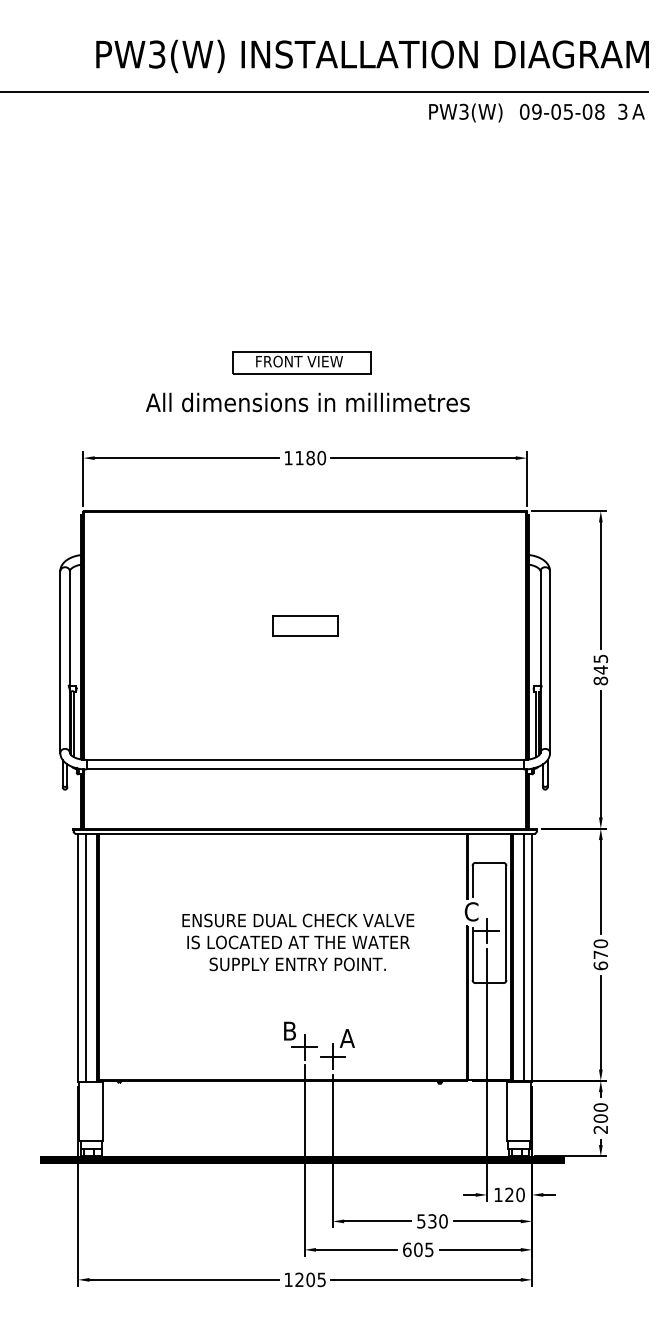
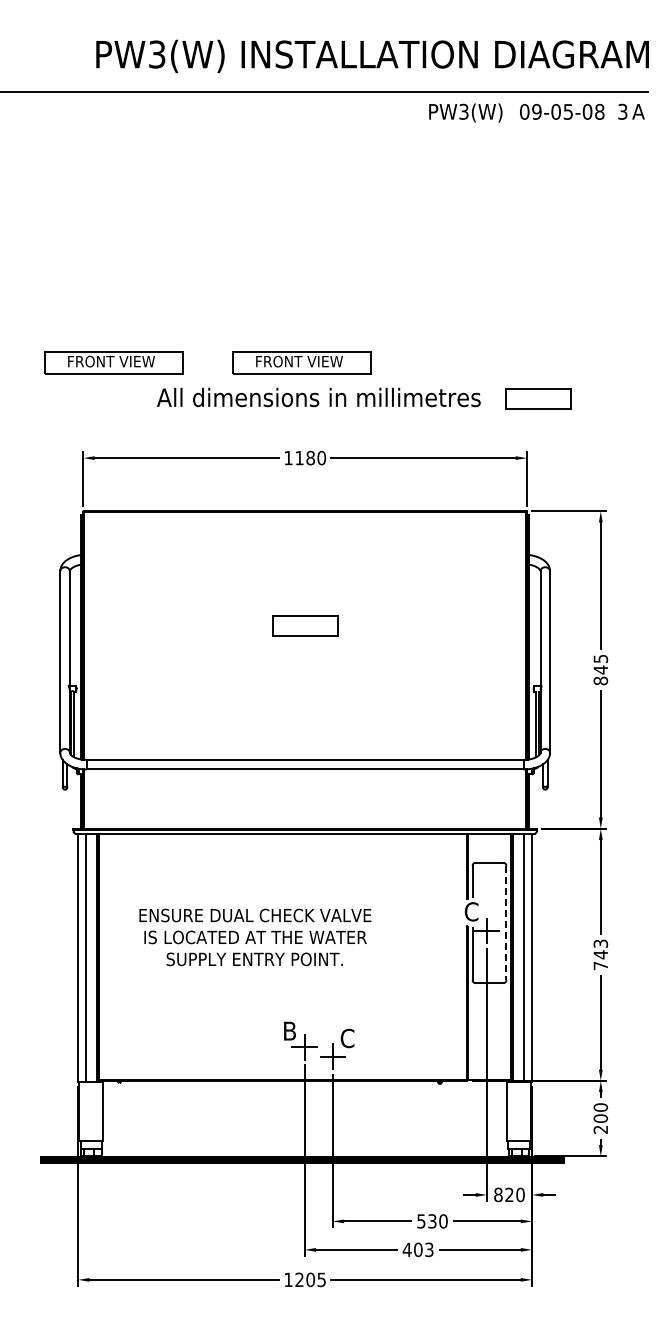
part at (113, 362): none -> present
part at (538, 398): none -> present
text at (307, 402) position: (307, 402) -> (318, 397)
line at (506, 923): solid -> dashed
text at (298, 942) position: (298, 942) -> (255, 937)
text at (600, 954): 670 -> 743
text at (346, 1038): A -> C
text at (498, 1194): 120 -> 820
text at (417, 1249): 605 -> 403
